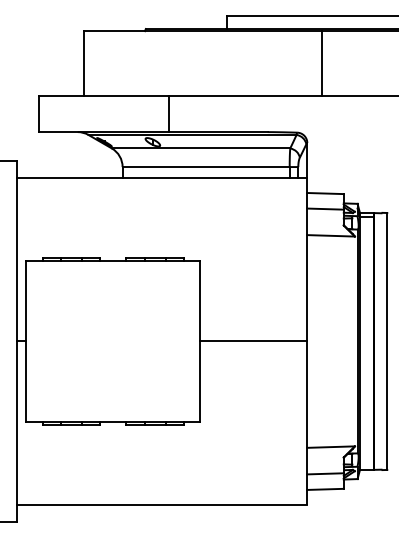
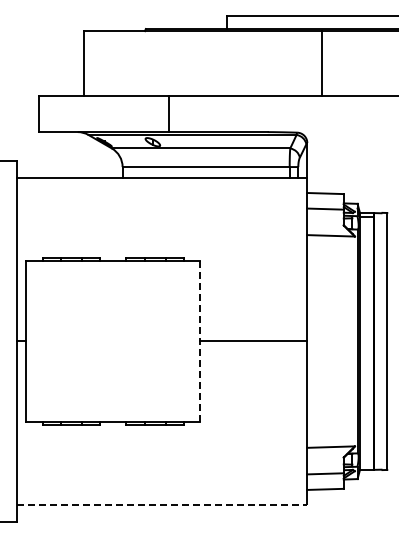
line at (200, 341): solid -> dashed
line at (162, 504): solid -> dashed
